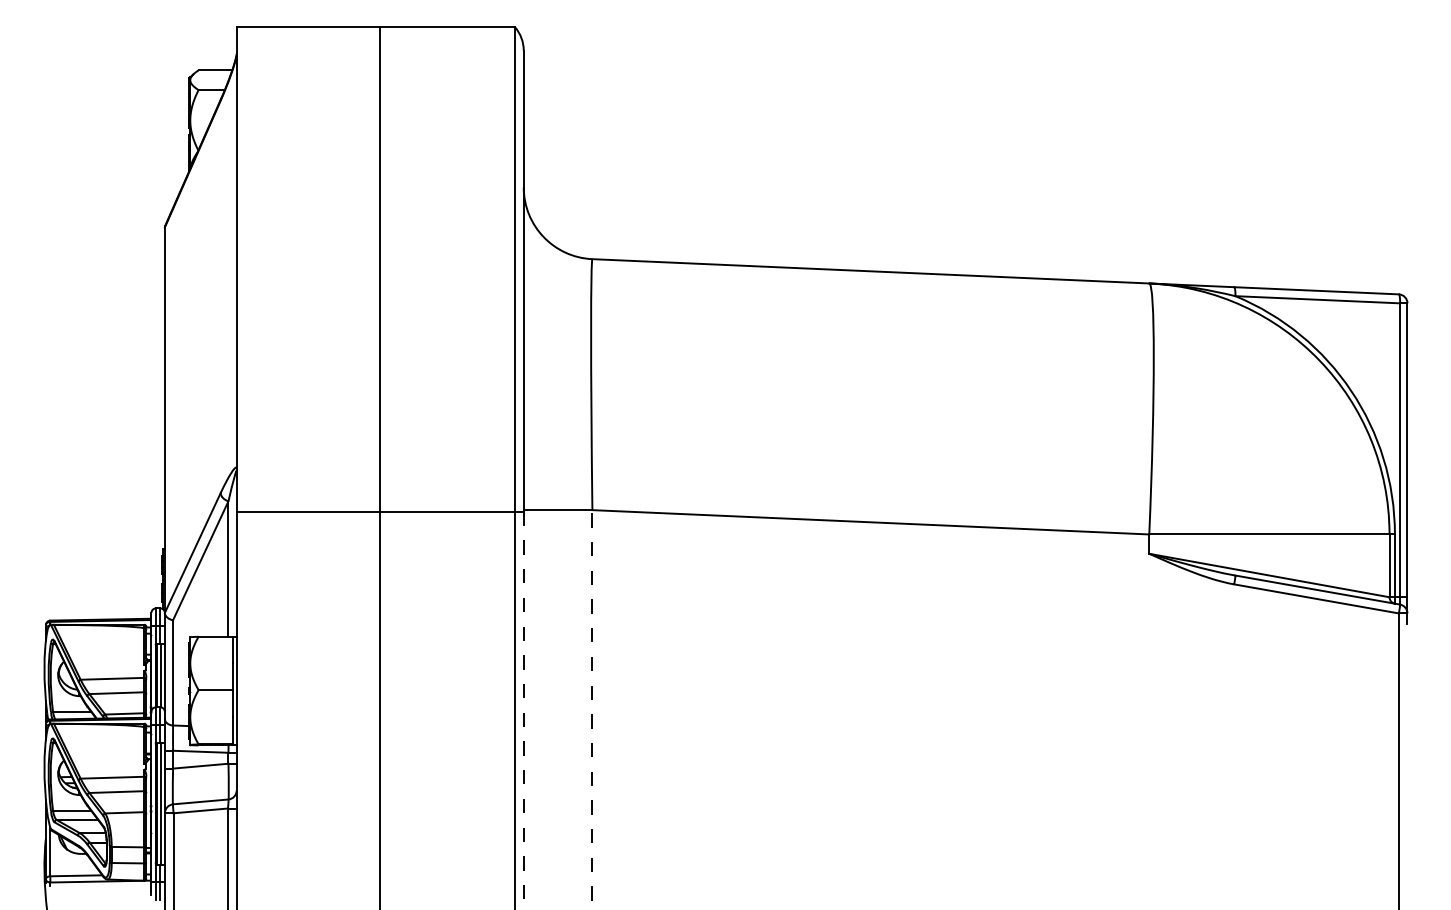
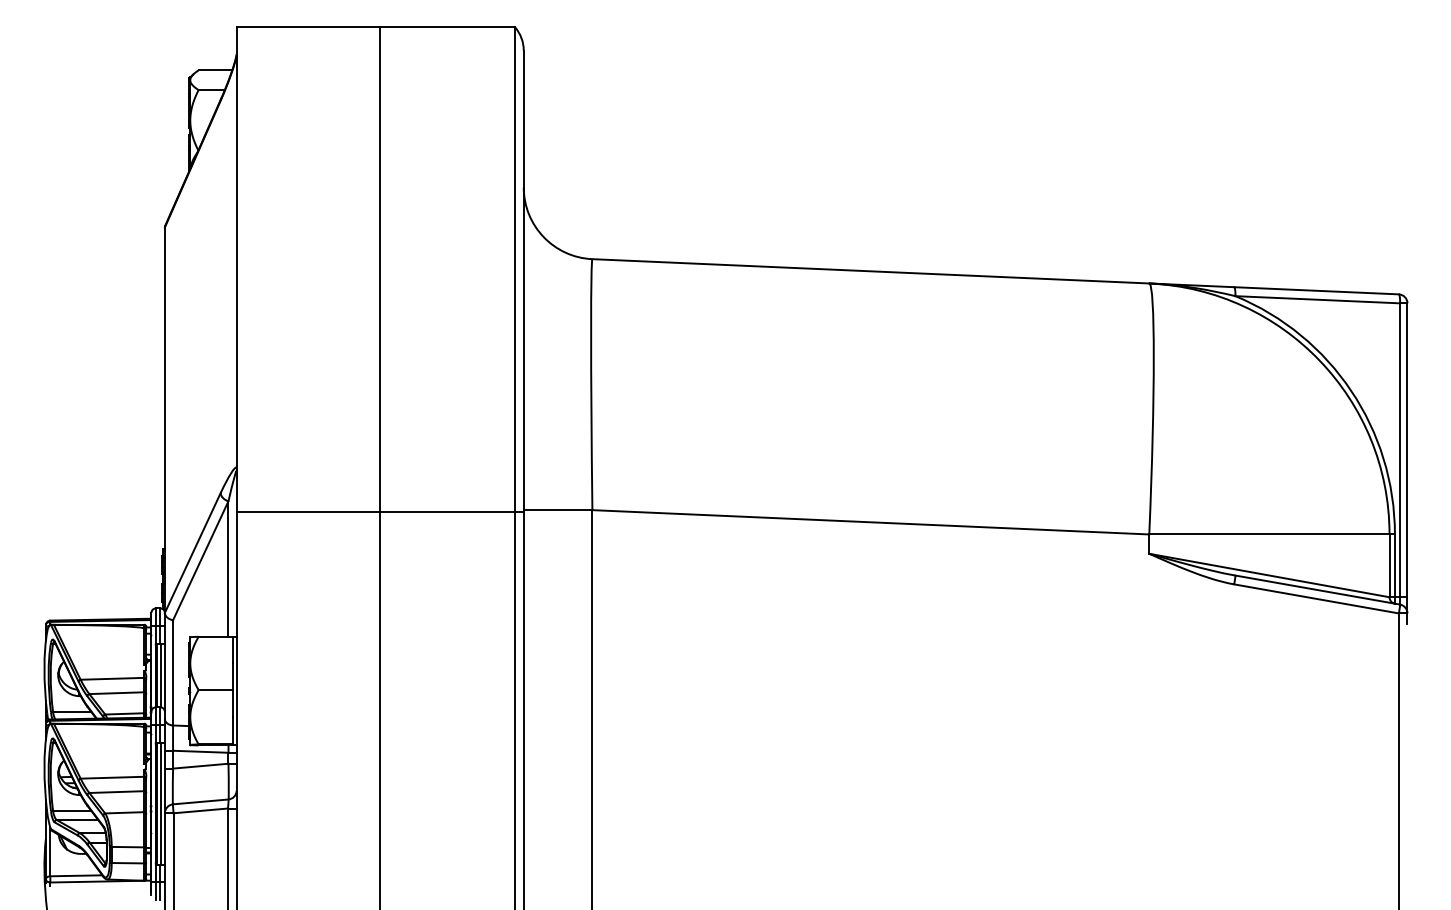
line at (523, 710): dashed -> solid
line at (592, 710): dashed -> solid
